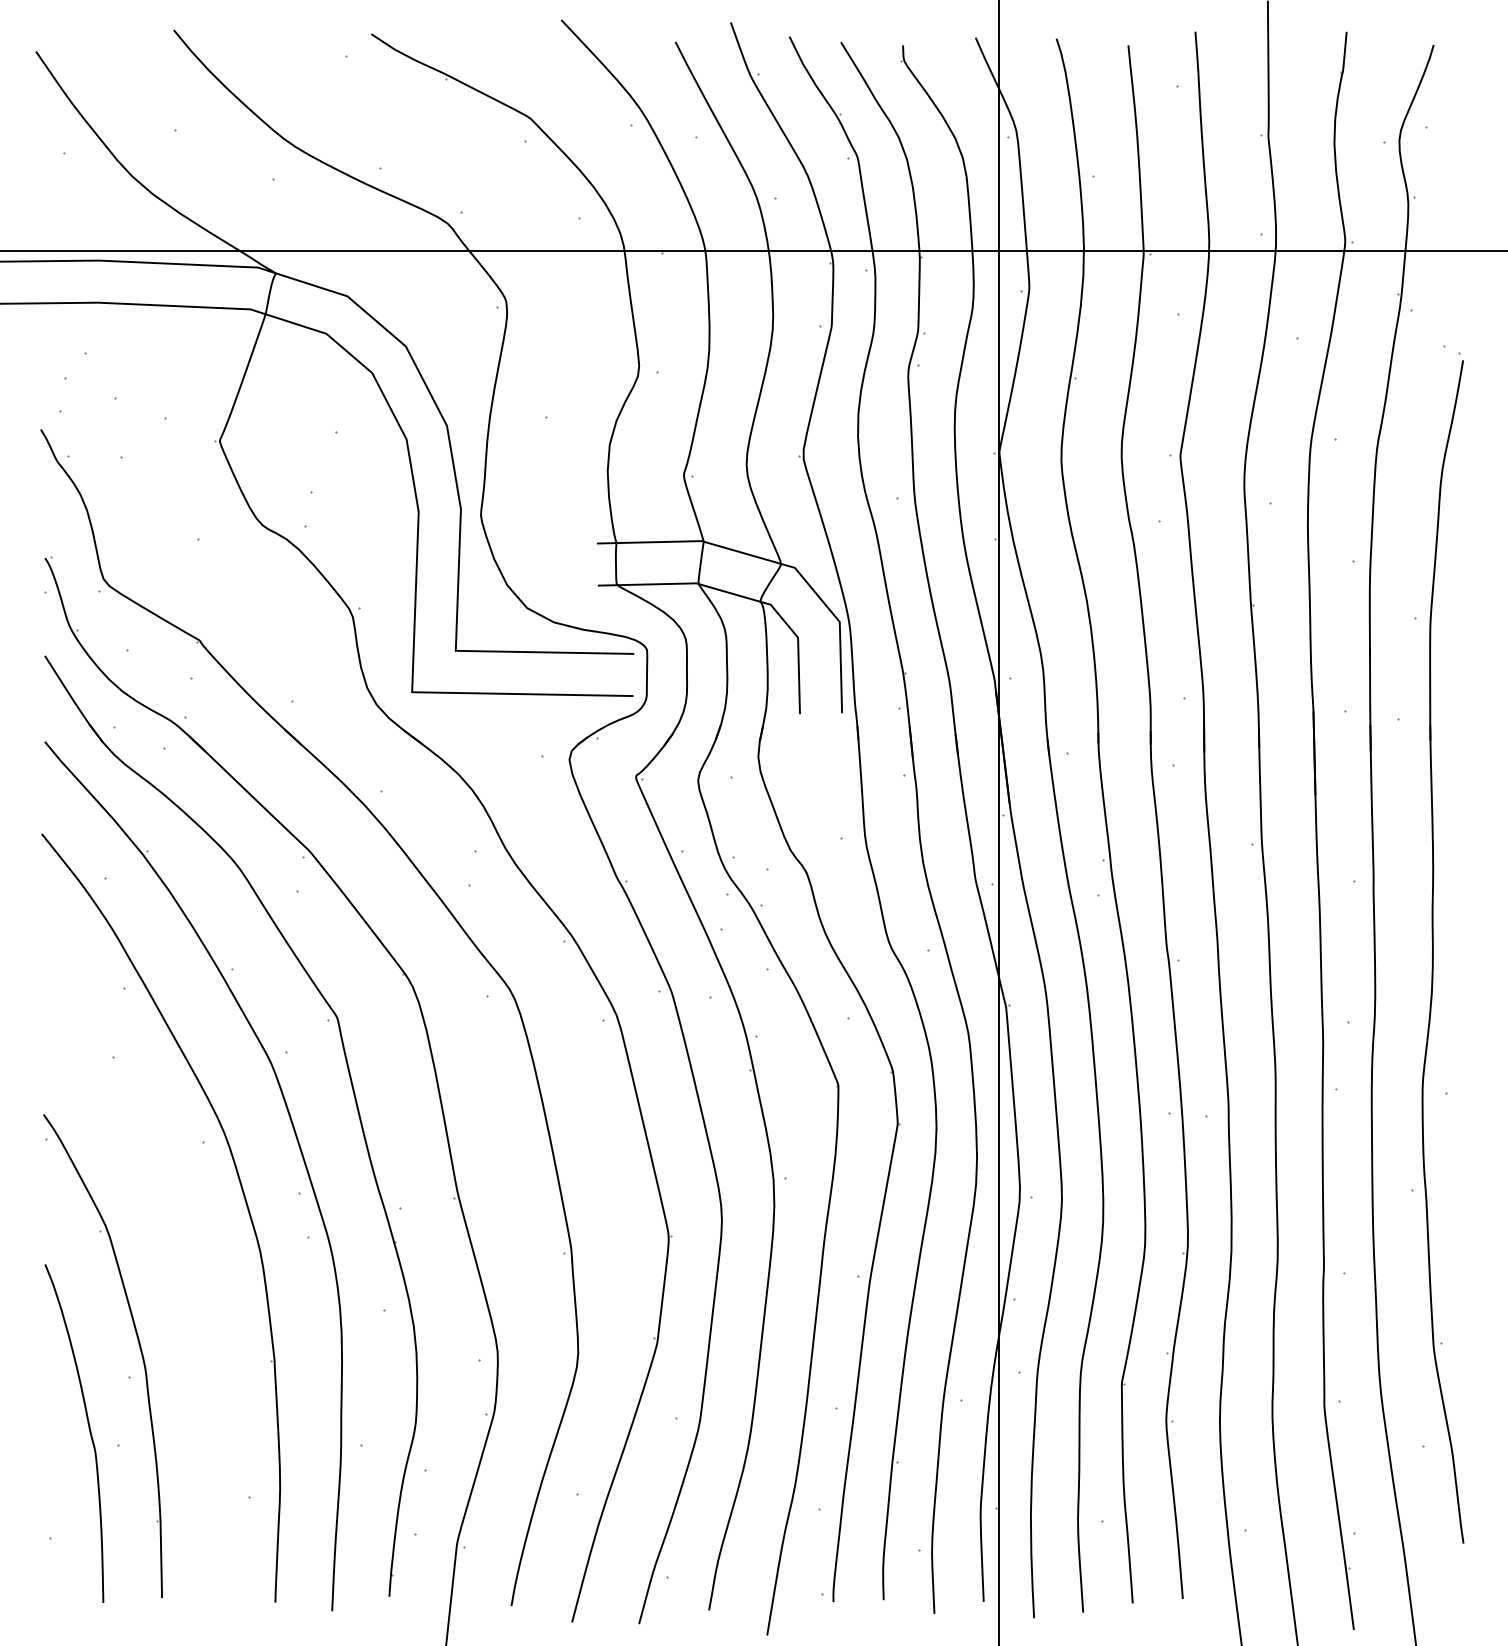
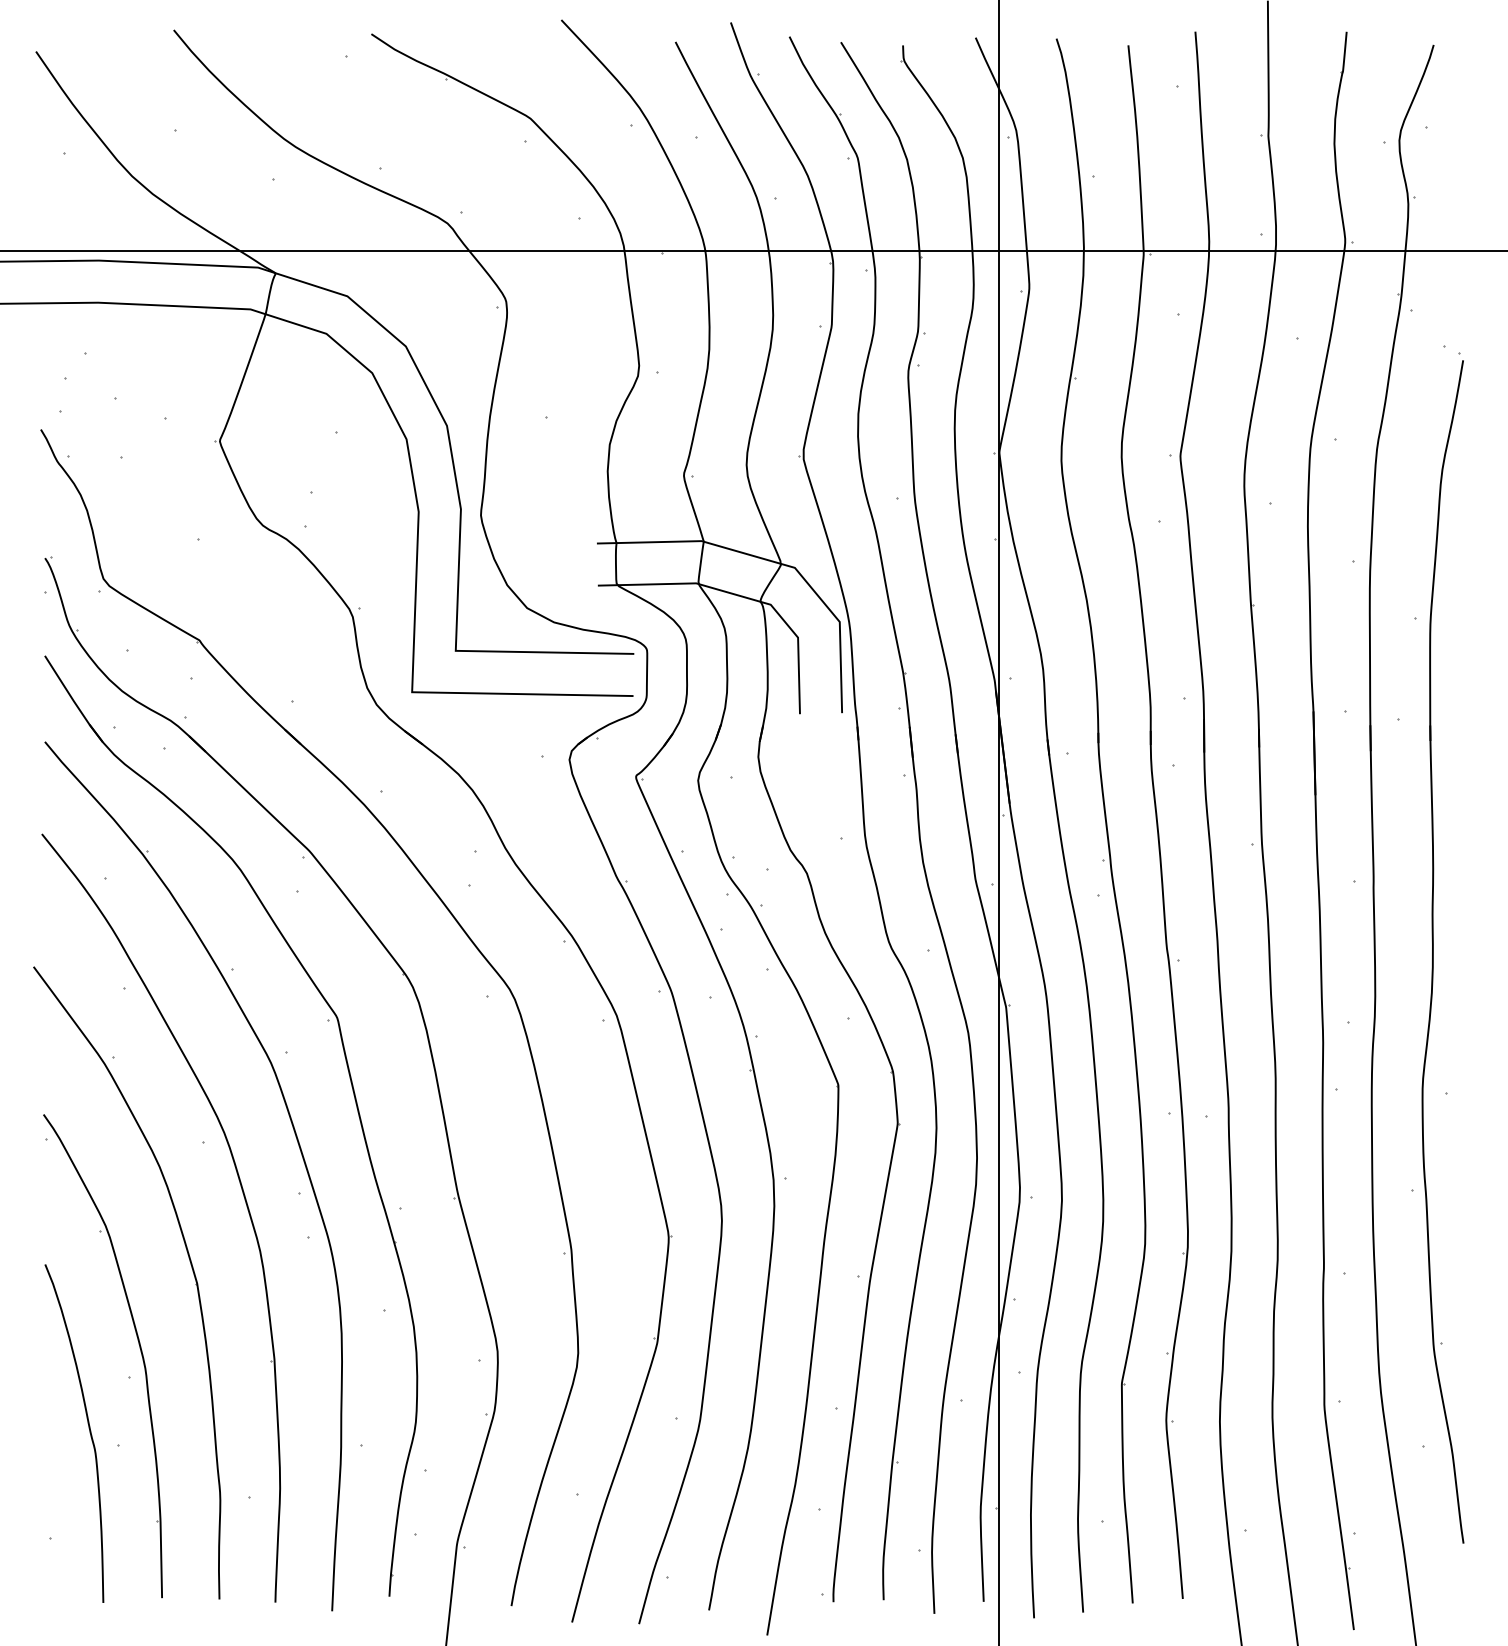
part at (189, 1261): none -> present
